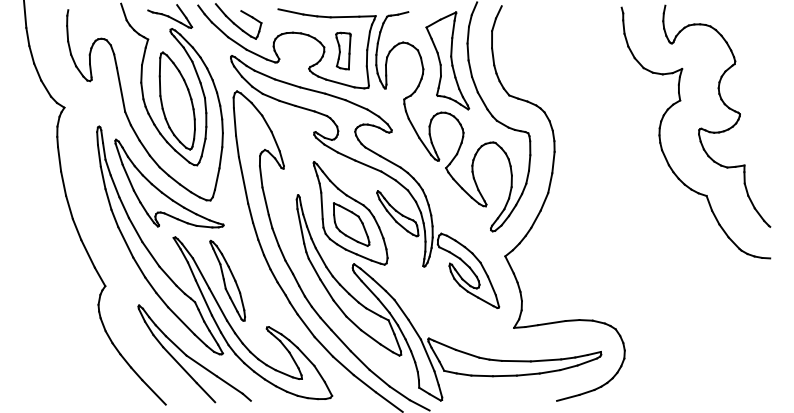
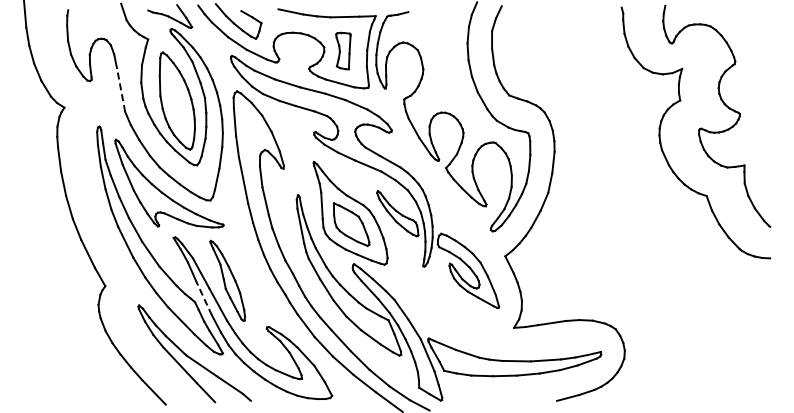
part at (447, 60): present -> none
line at (121, 89): solid -> dashed
line at (203, 297): solid -> dashed
